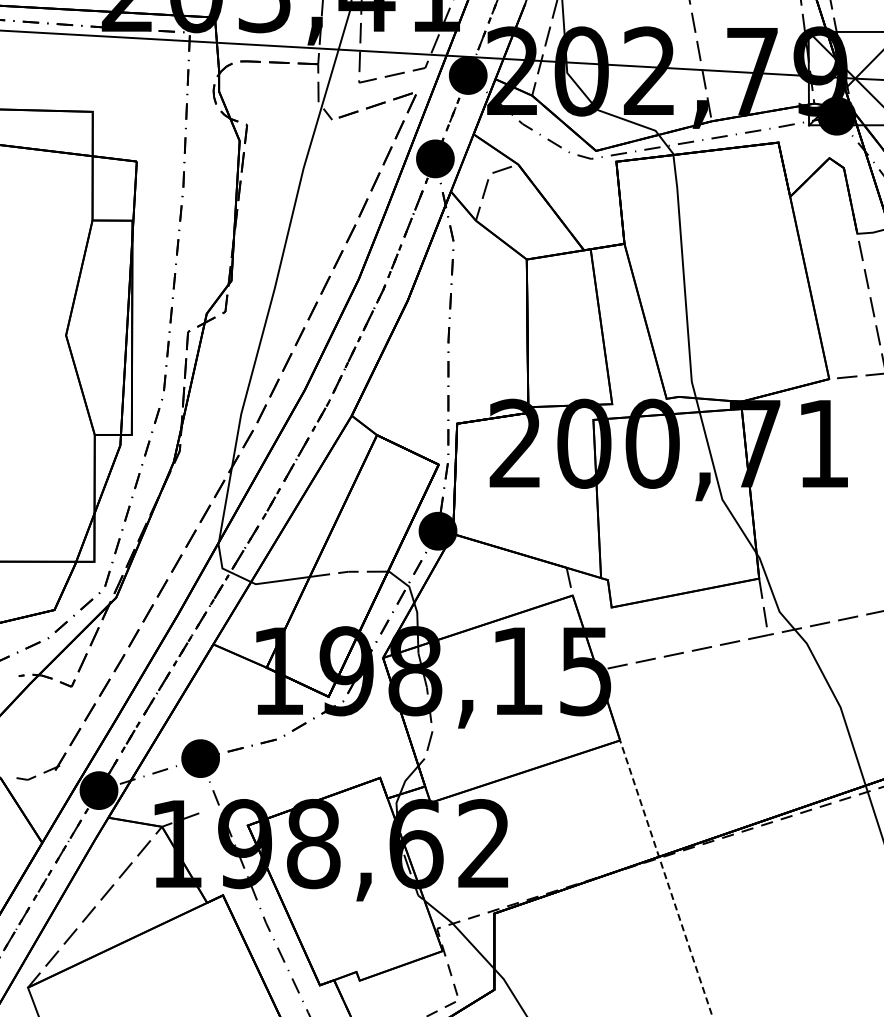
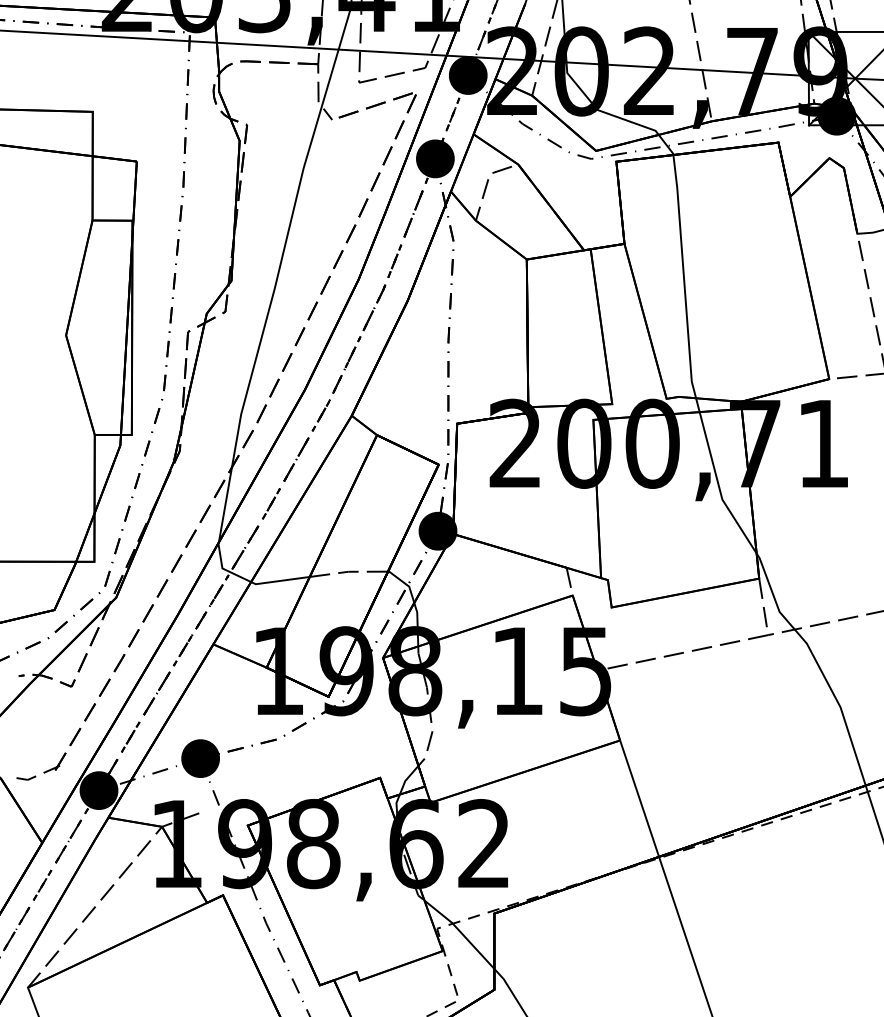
line at (666, 878): dashed -> solid
